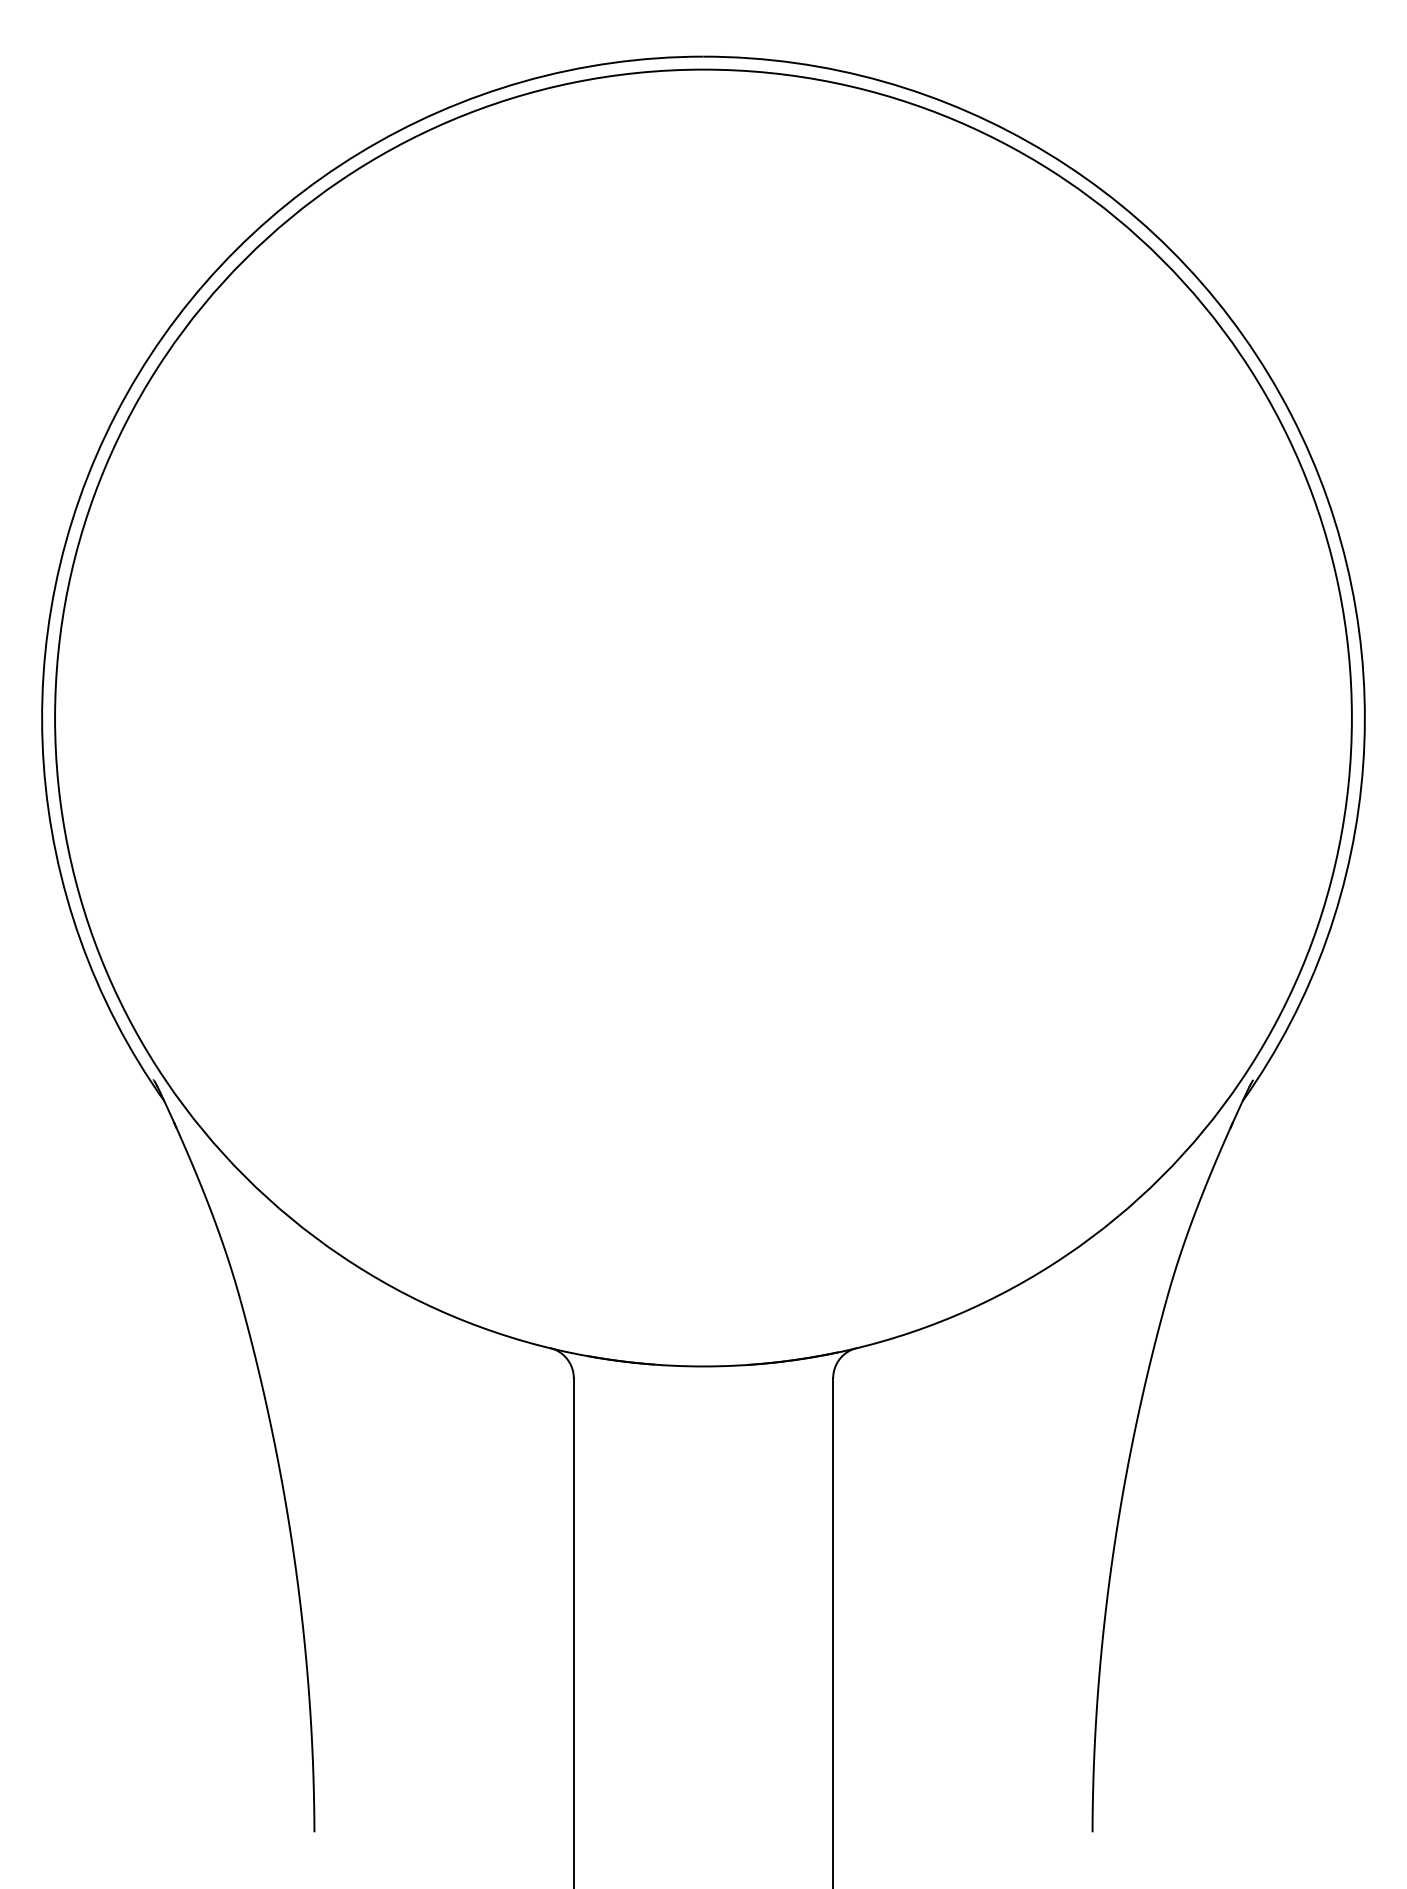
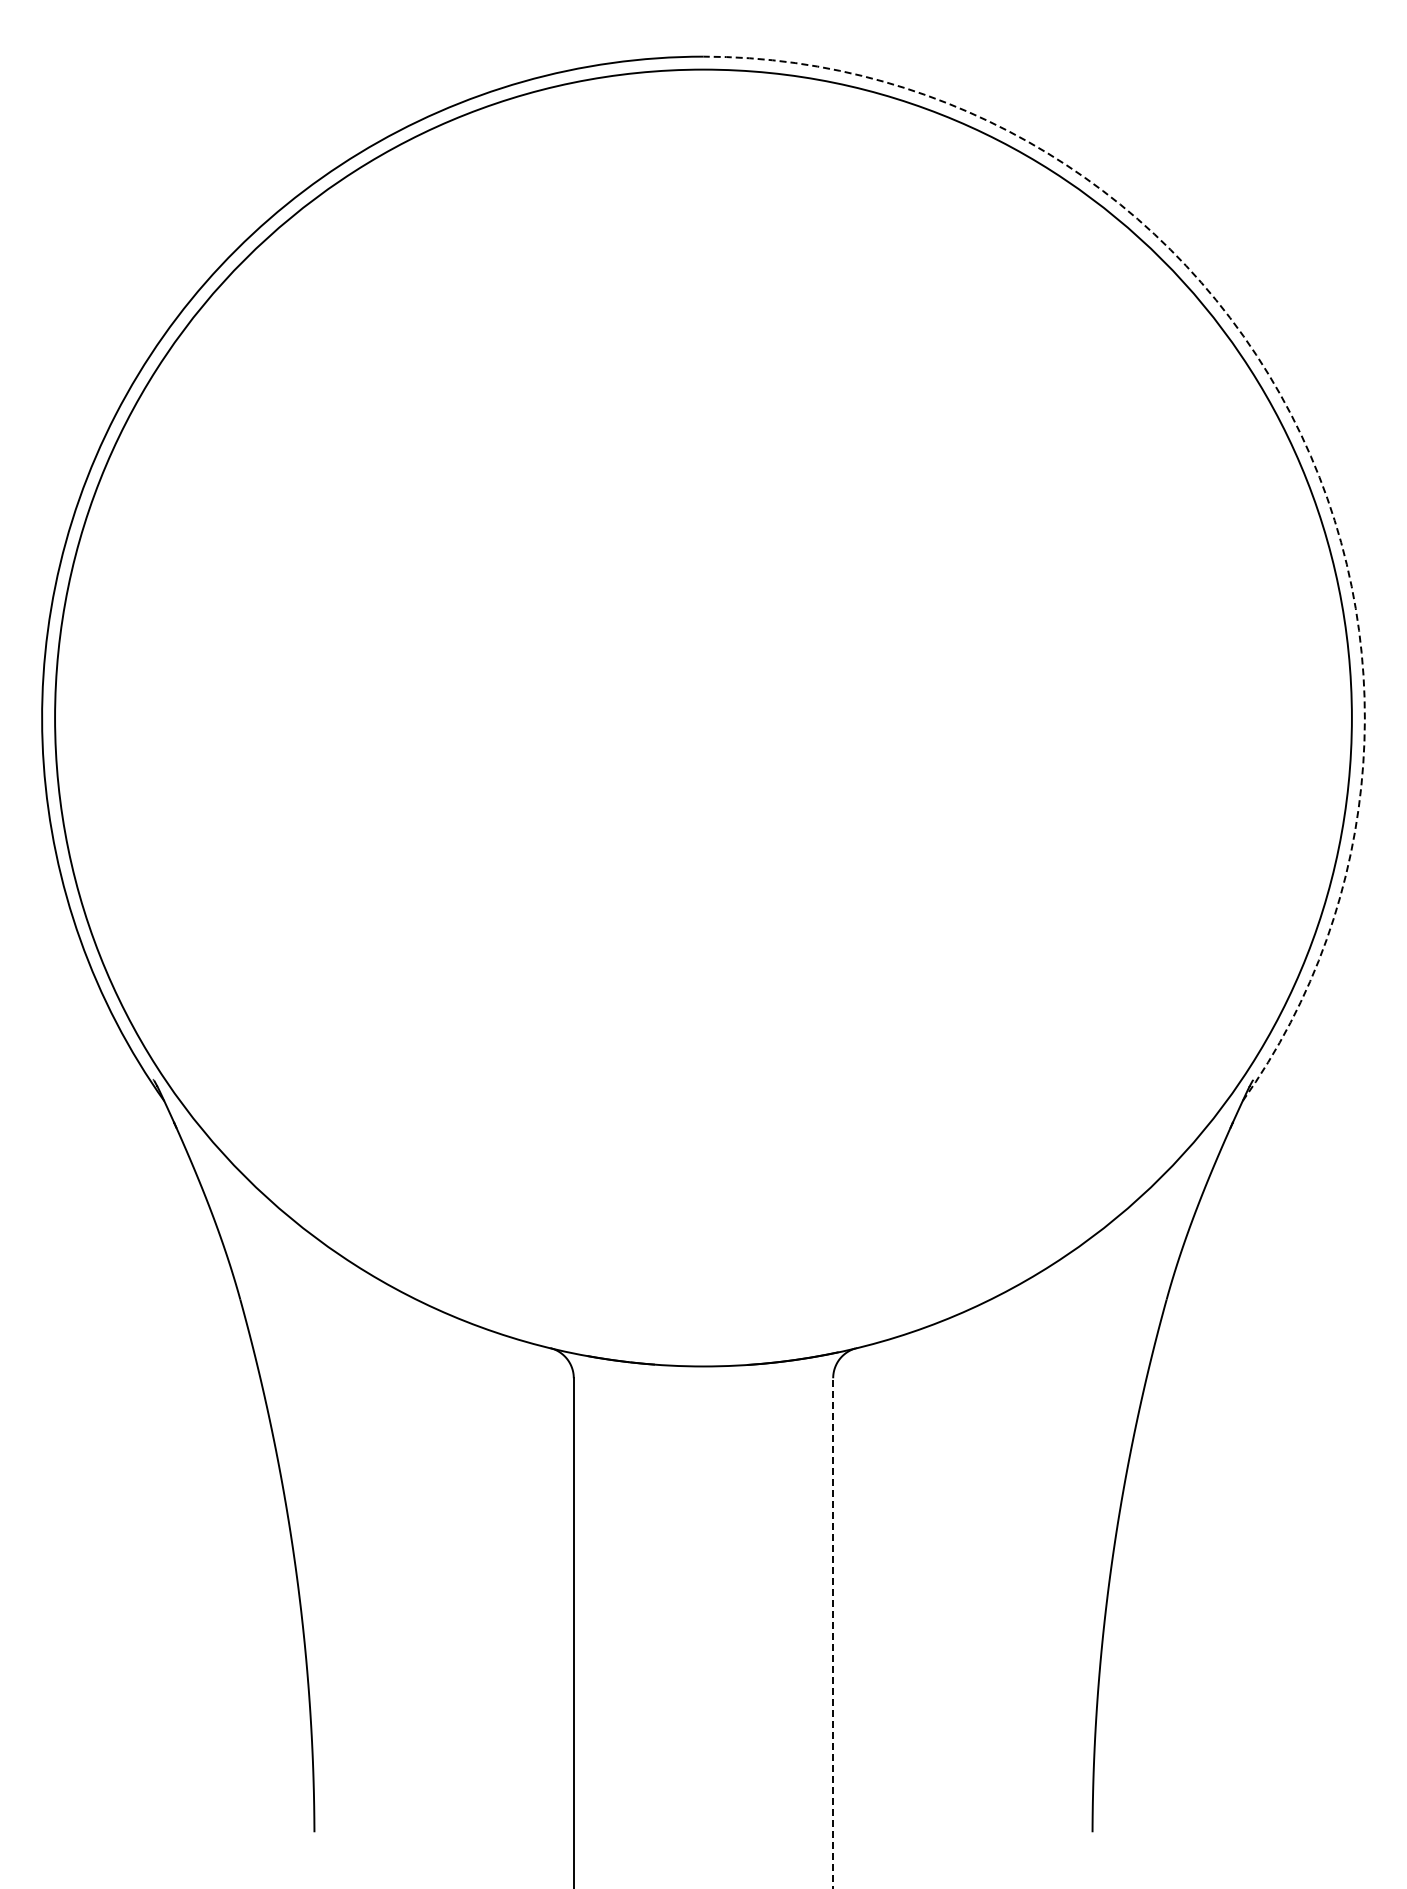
arc at (1291, 414): solid -> dashed
line at (833, 1633): solid -> dashed
